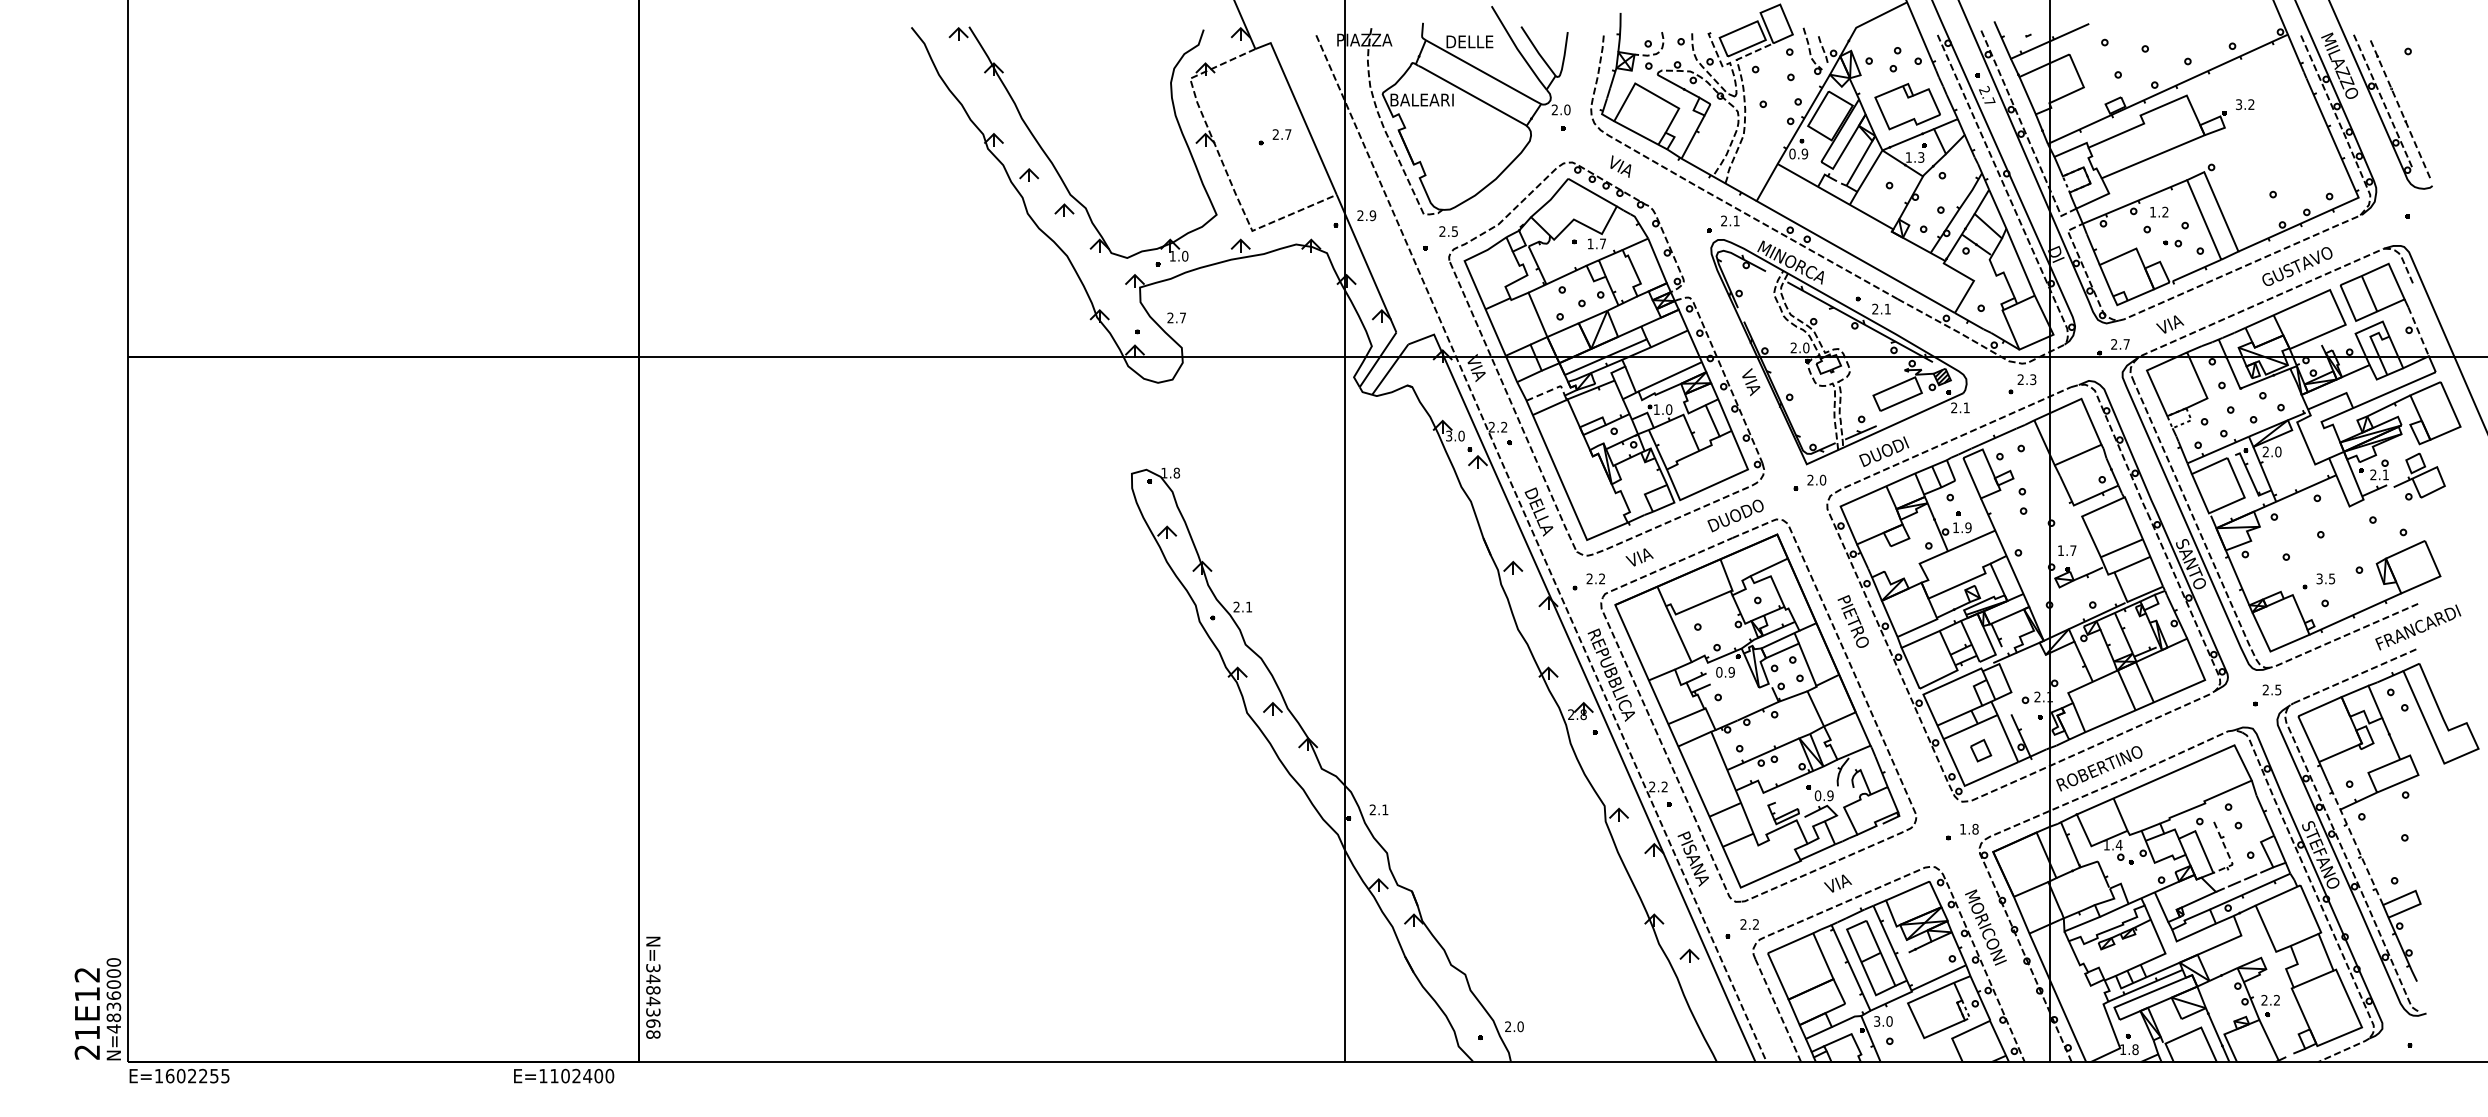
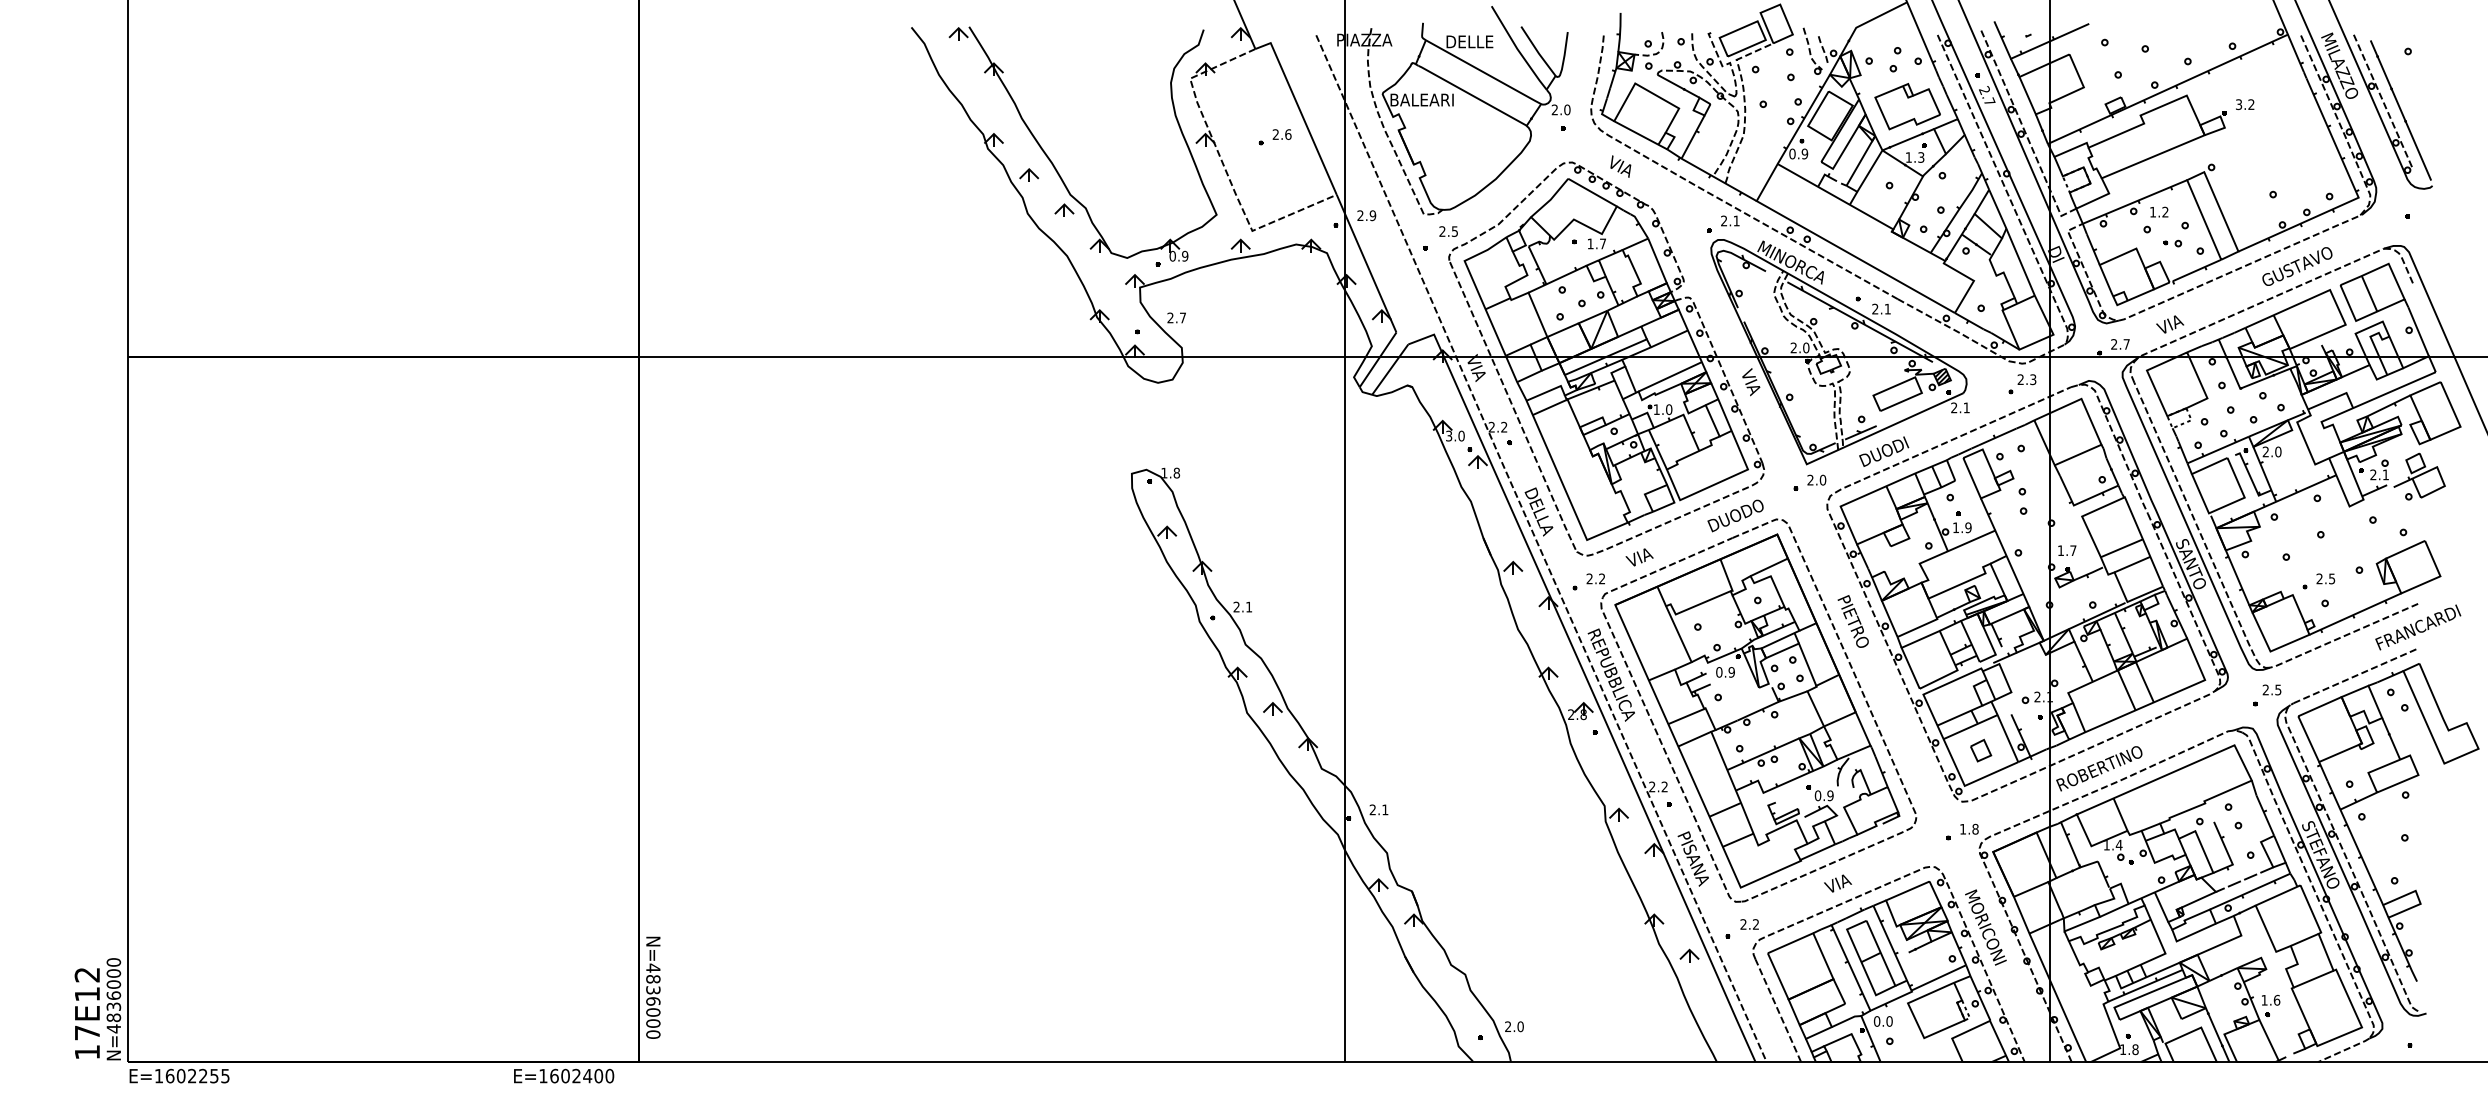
line at (2401, 110): dashed -> solid
text at (1288, 134): 2.7 -> 2.6
text at (1178, 255): 1.0 -> 0.9
line at (2418, 331): dashed -> solid
line at (1549, 391): dashed -> solid
text at (2319, 579): 3.5 -> 2.5
line at (2357, 847): dashed -> solid
line at (2228, 853): dashed -> solid
text at (2270, 999): 2.2 -> 1.6
text at (653, 1000): N=3484368 -> N=4836000
text at (1876, 1021): 3.0 -> 0.0
text at (86, 1042): 21E12 -> 17E12
text at (554, 1075): E=1102400 -> E=1602400
